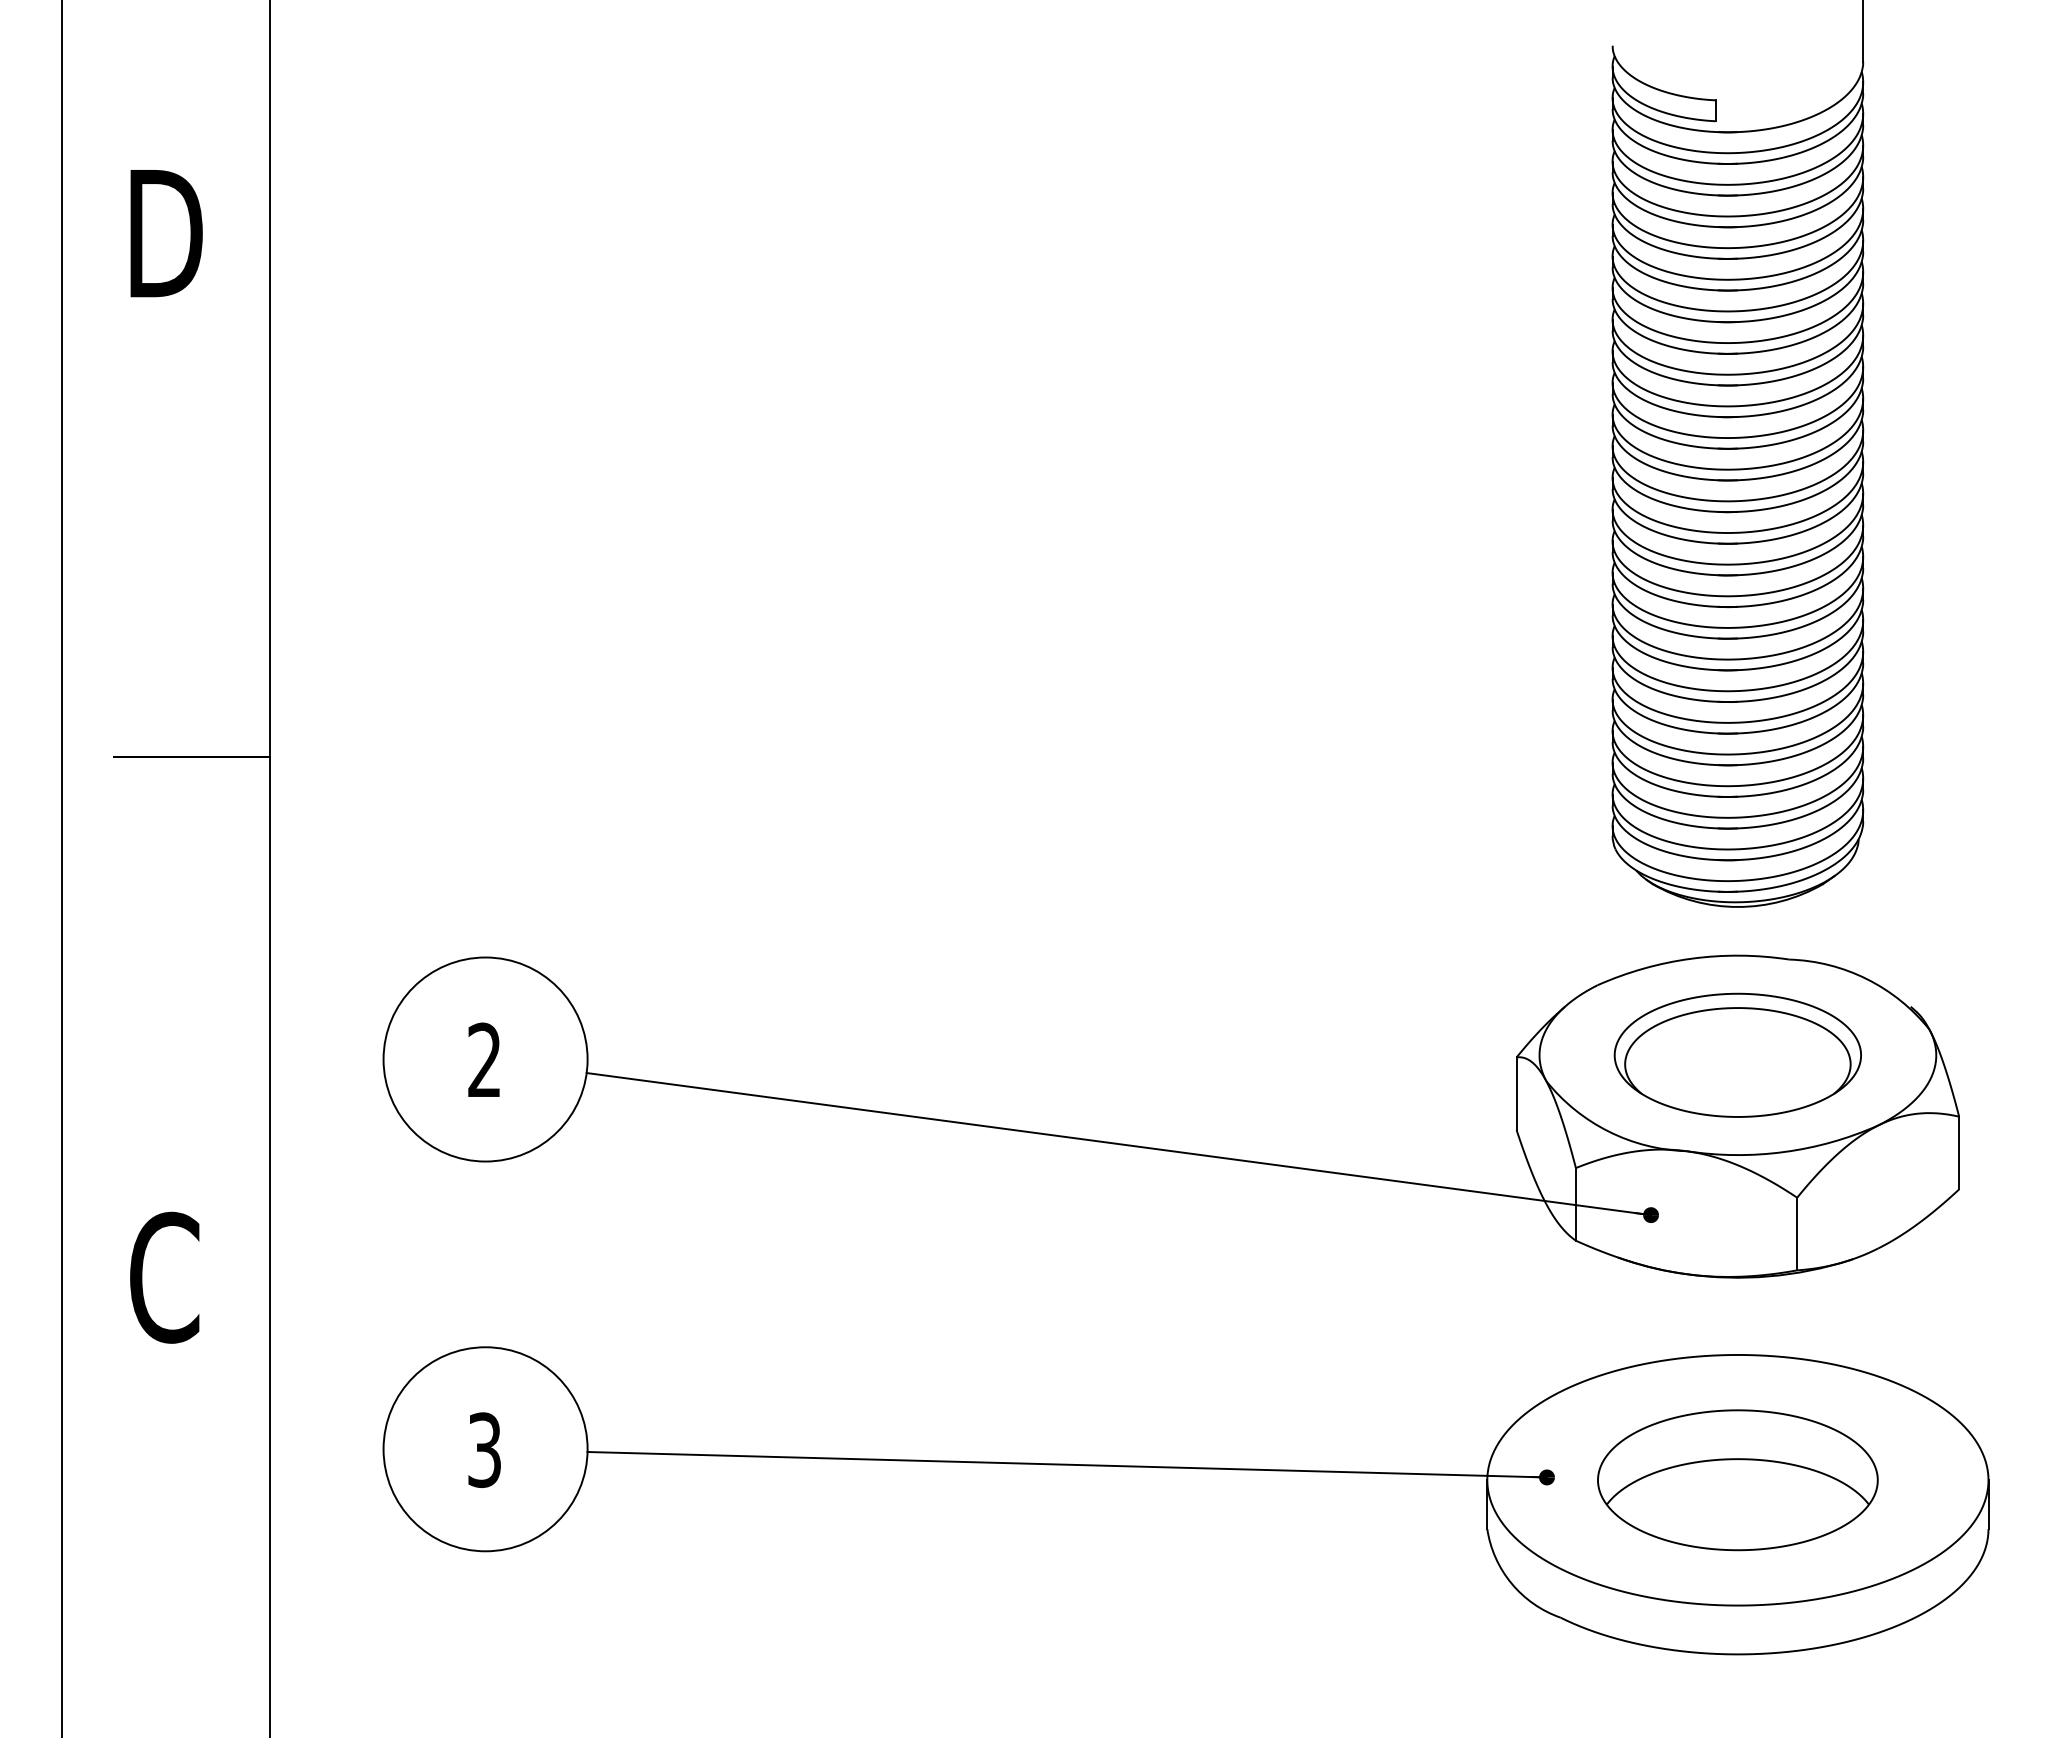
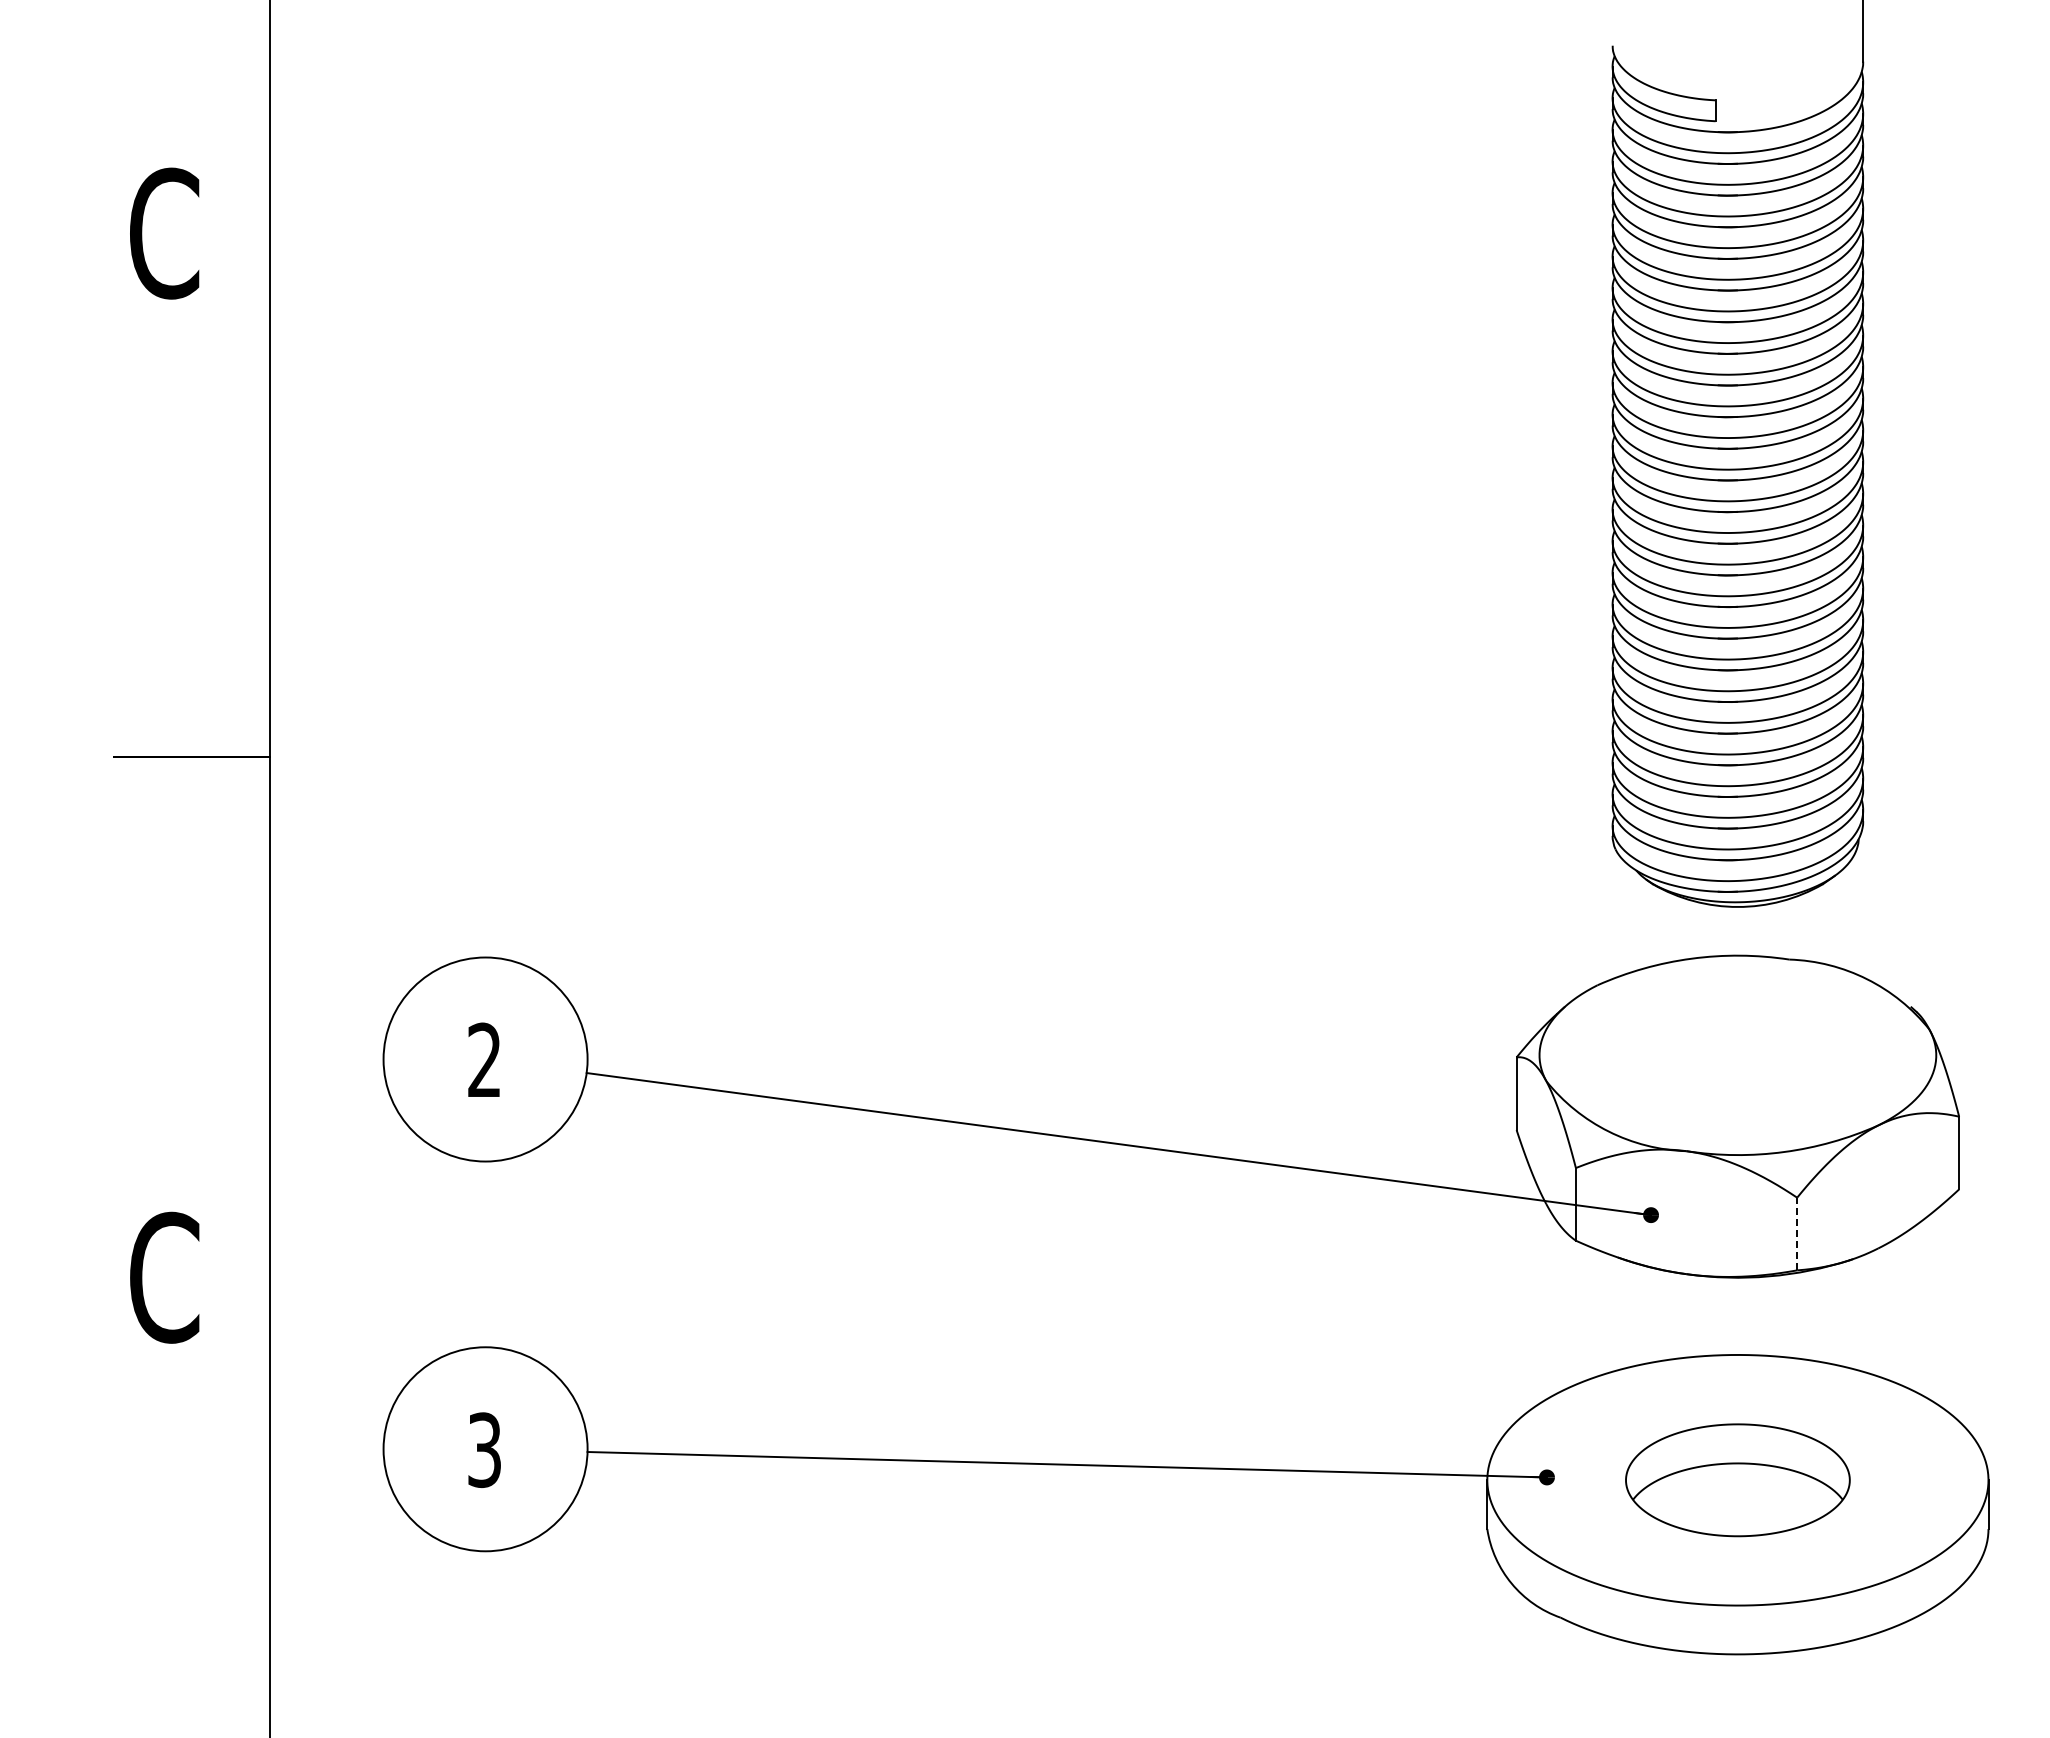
text at (166, 233): D -> C
line at (61, 868): present -> none
part at (1737, 1054): present -> none
line at (1797, 1233): solid -> dashed
part at (1737, 1480) size: 282x143 px -> 226x115 px
